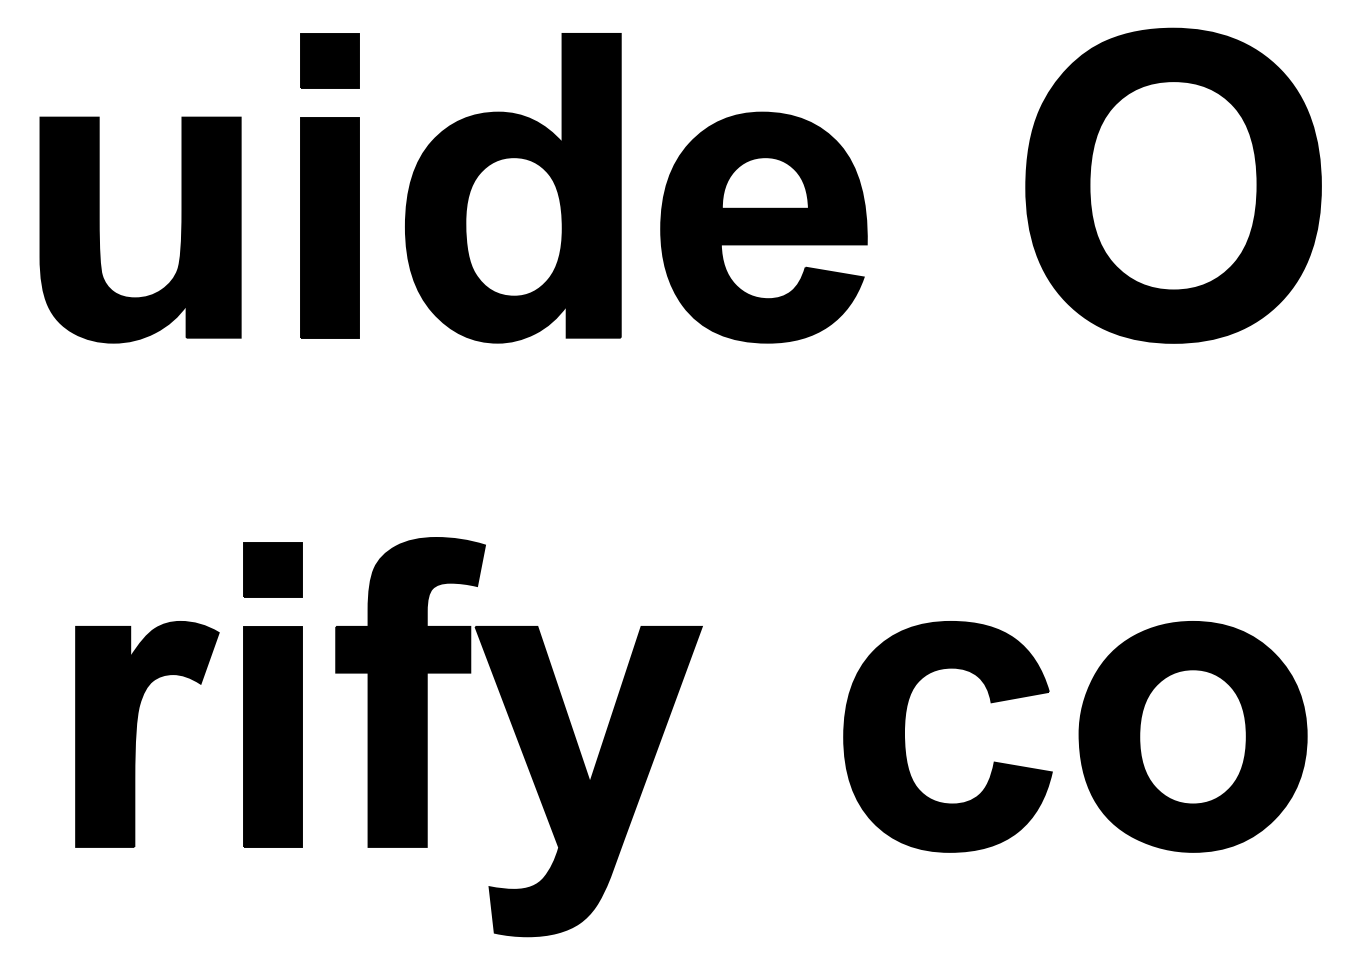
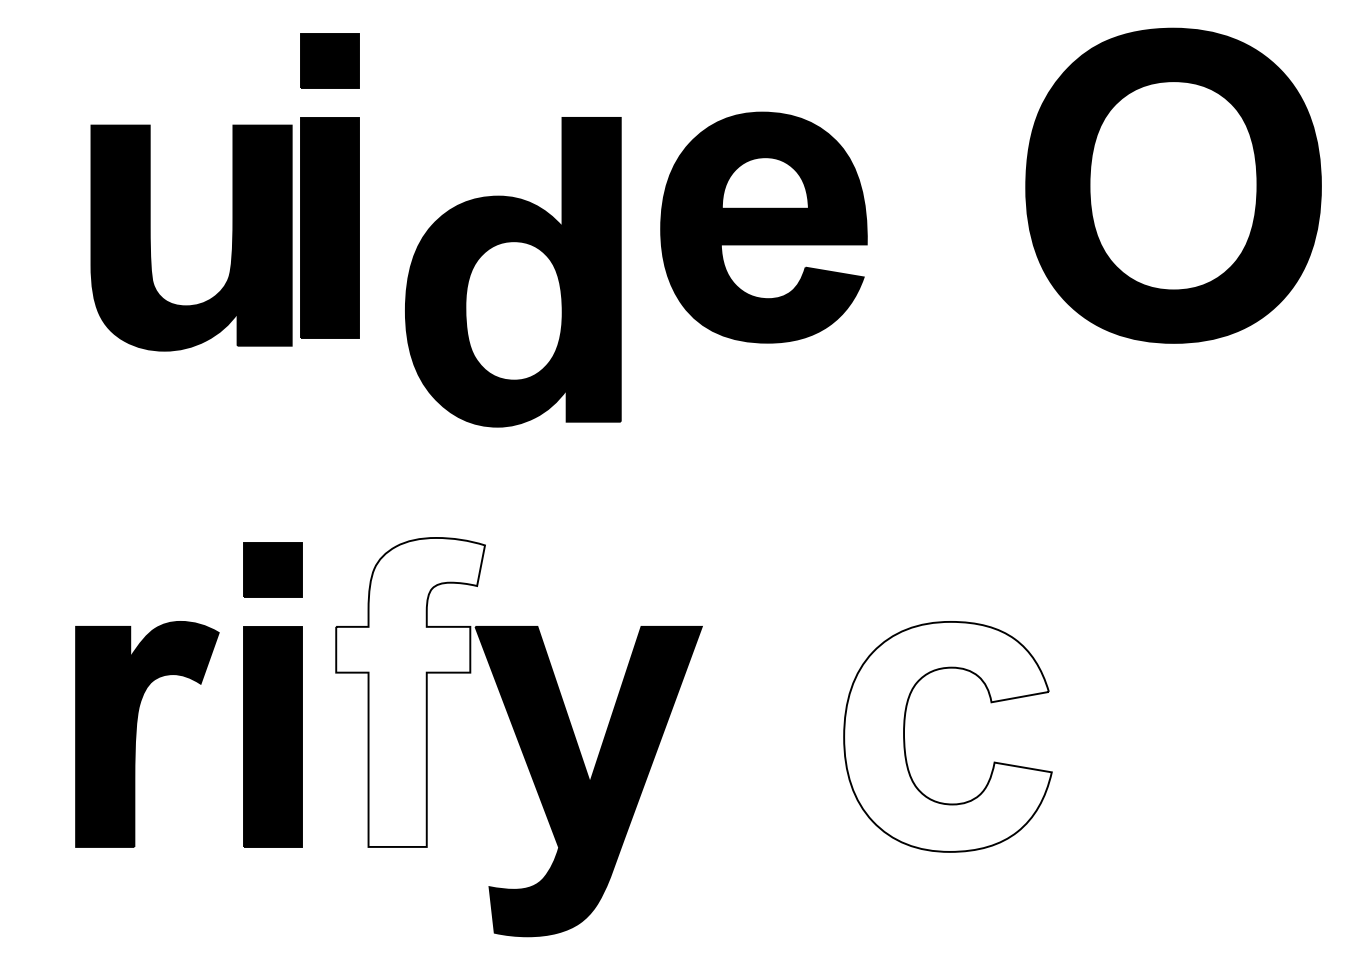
part at (513, 188) position: (513, 188) -> (513, 272)
part at (99, 229) position: (99, 229) -> (150, 237)
fill at (410, 691): present -> none
fill at (947, 736): present -> none
part at (1192, 736): present -> none
